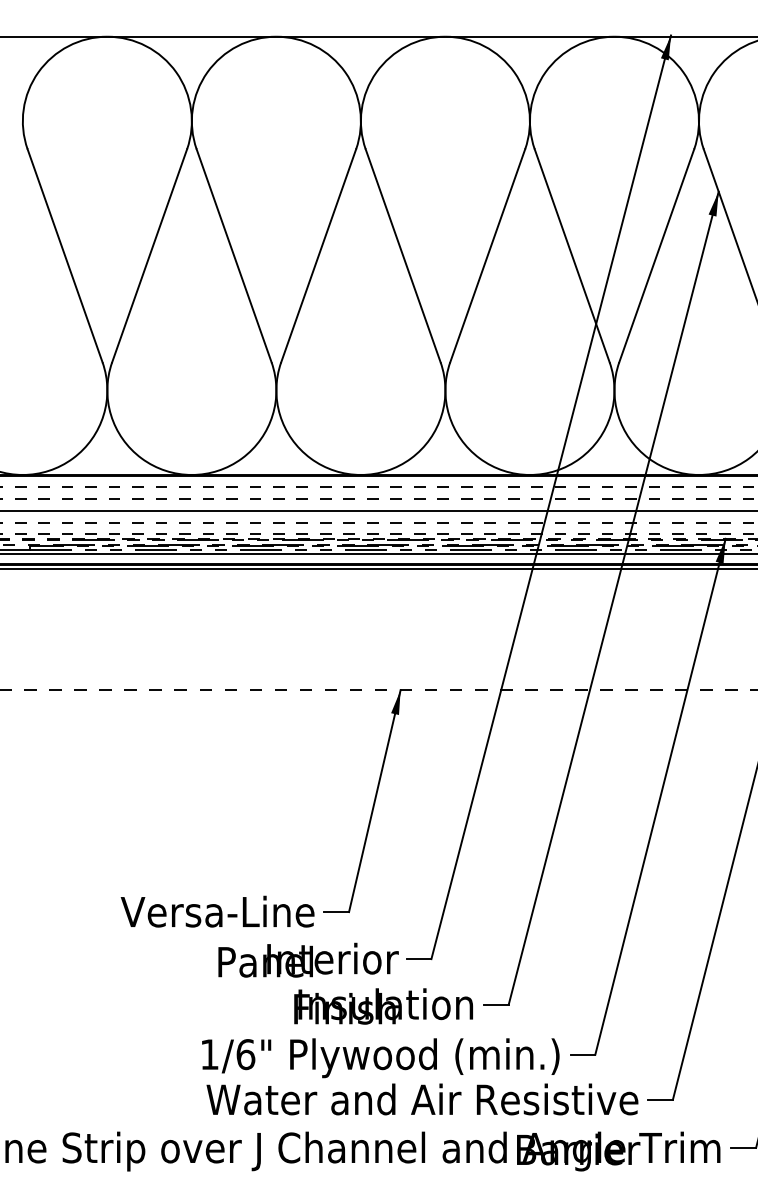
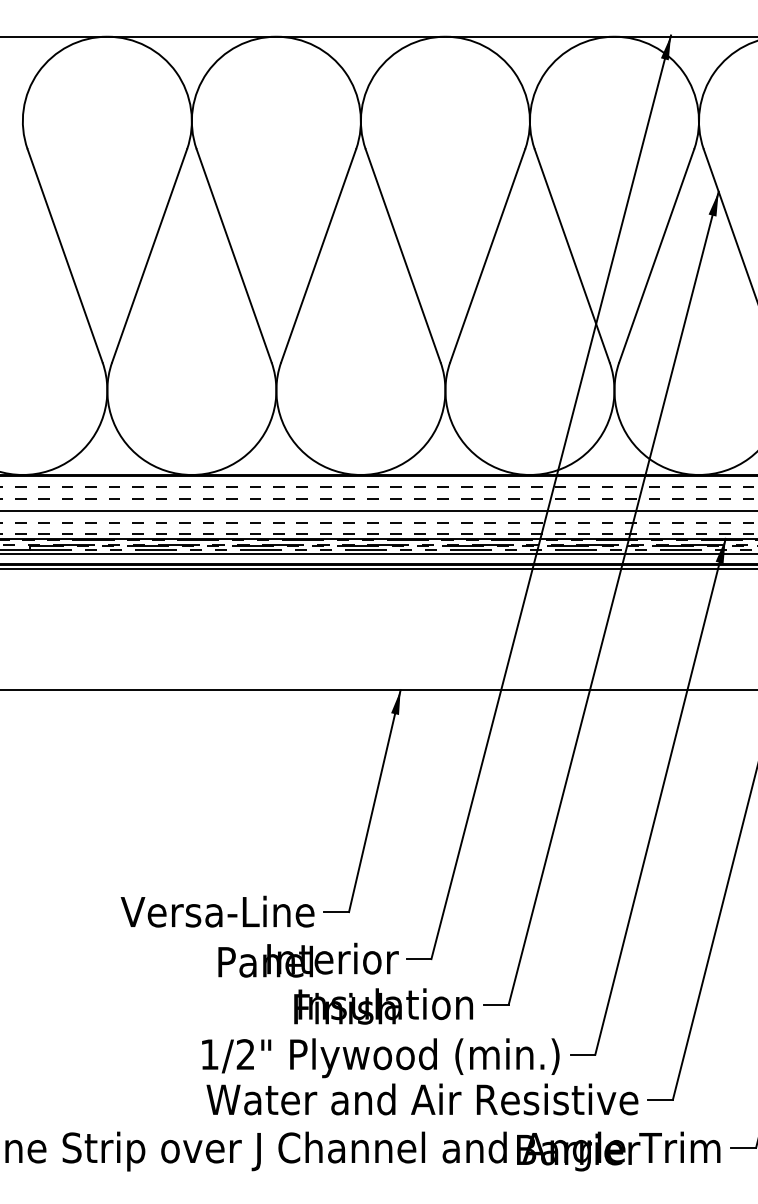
line at (378, 538): dashed -> solid
line at (378, 690): dashed -> solid
text at (245, 1054): 1/6" -> 1/2"
